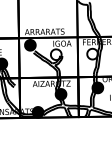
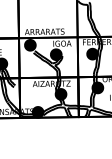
fill at (92, 53): none -> present
fill at (55, 54): none -> present
